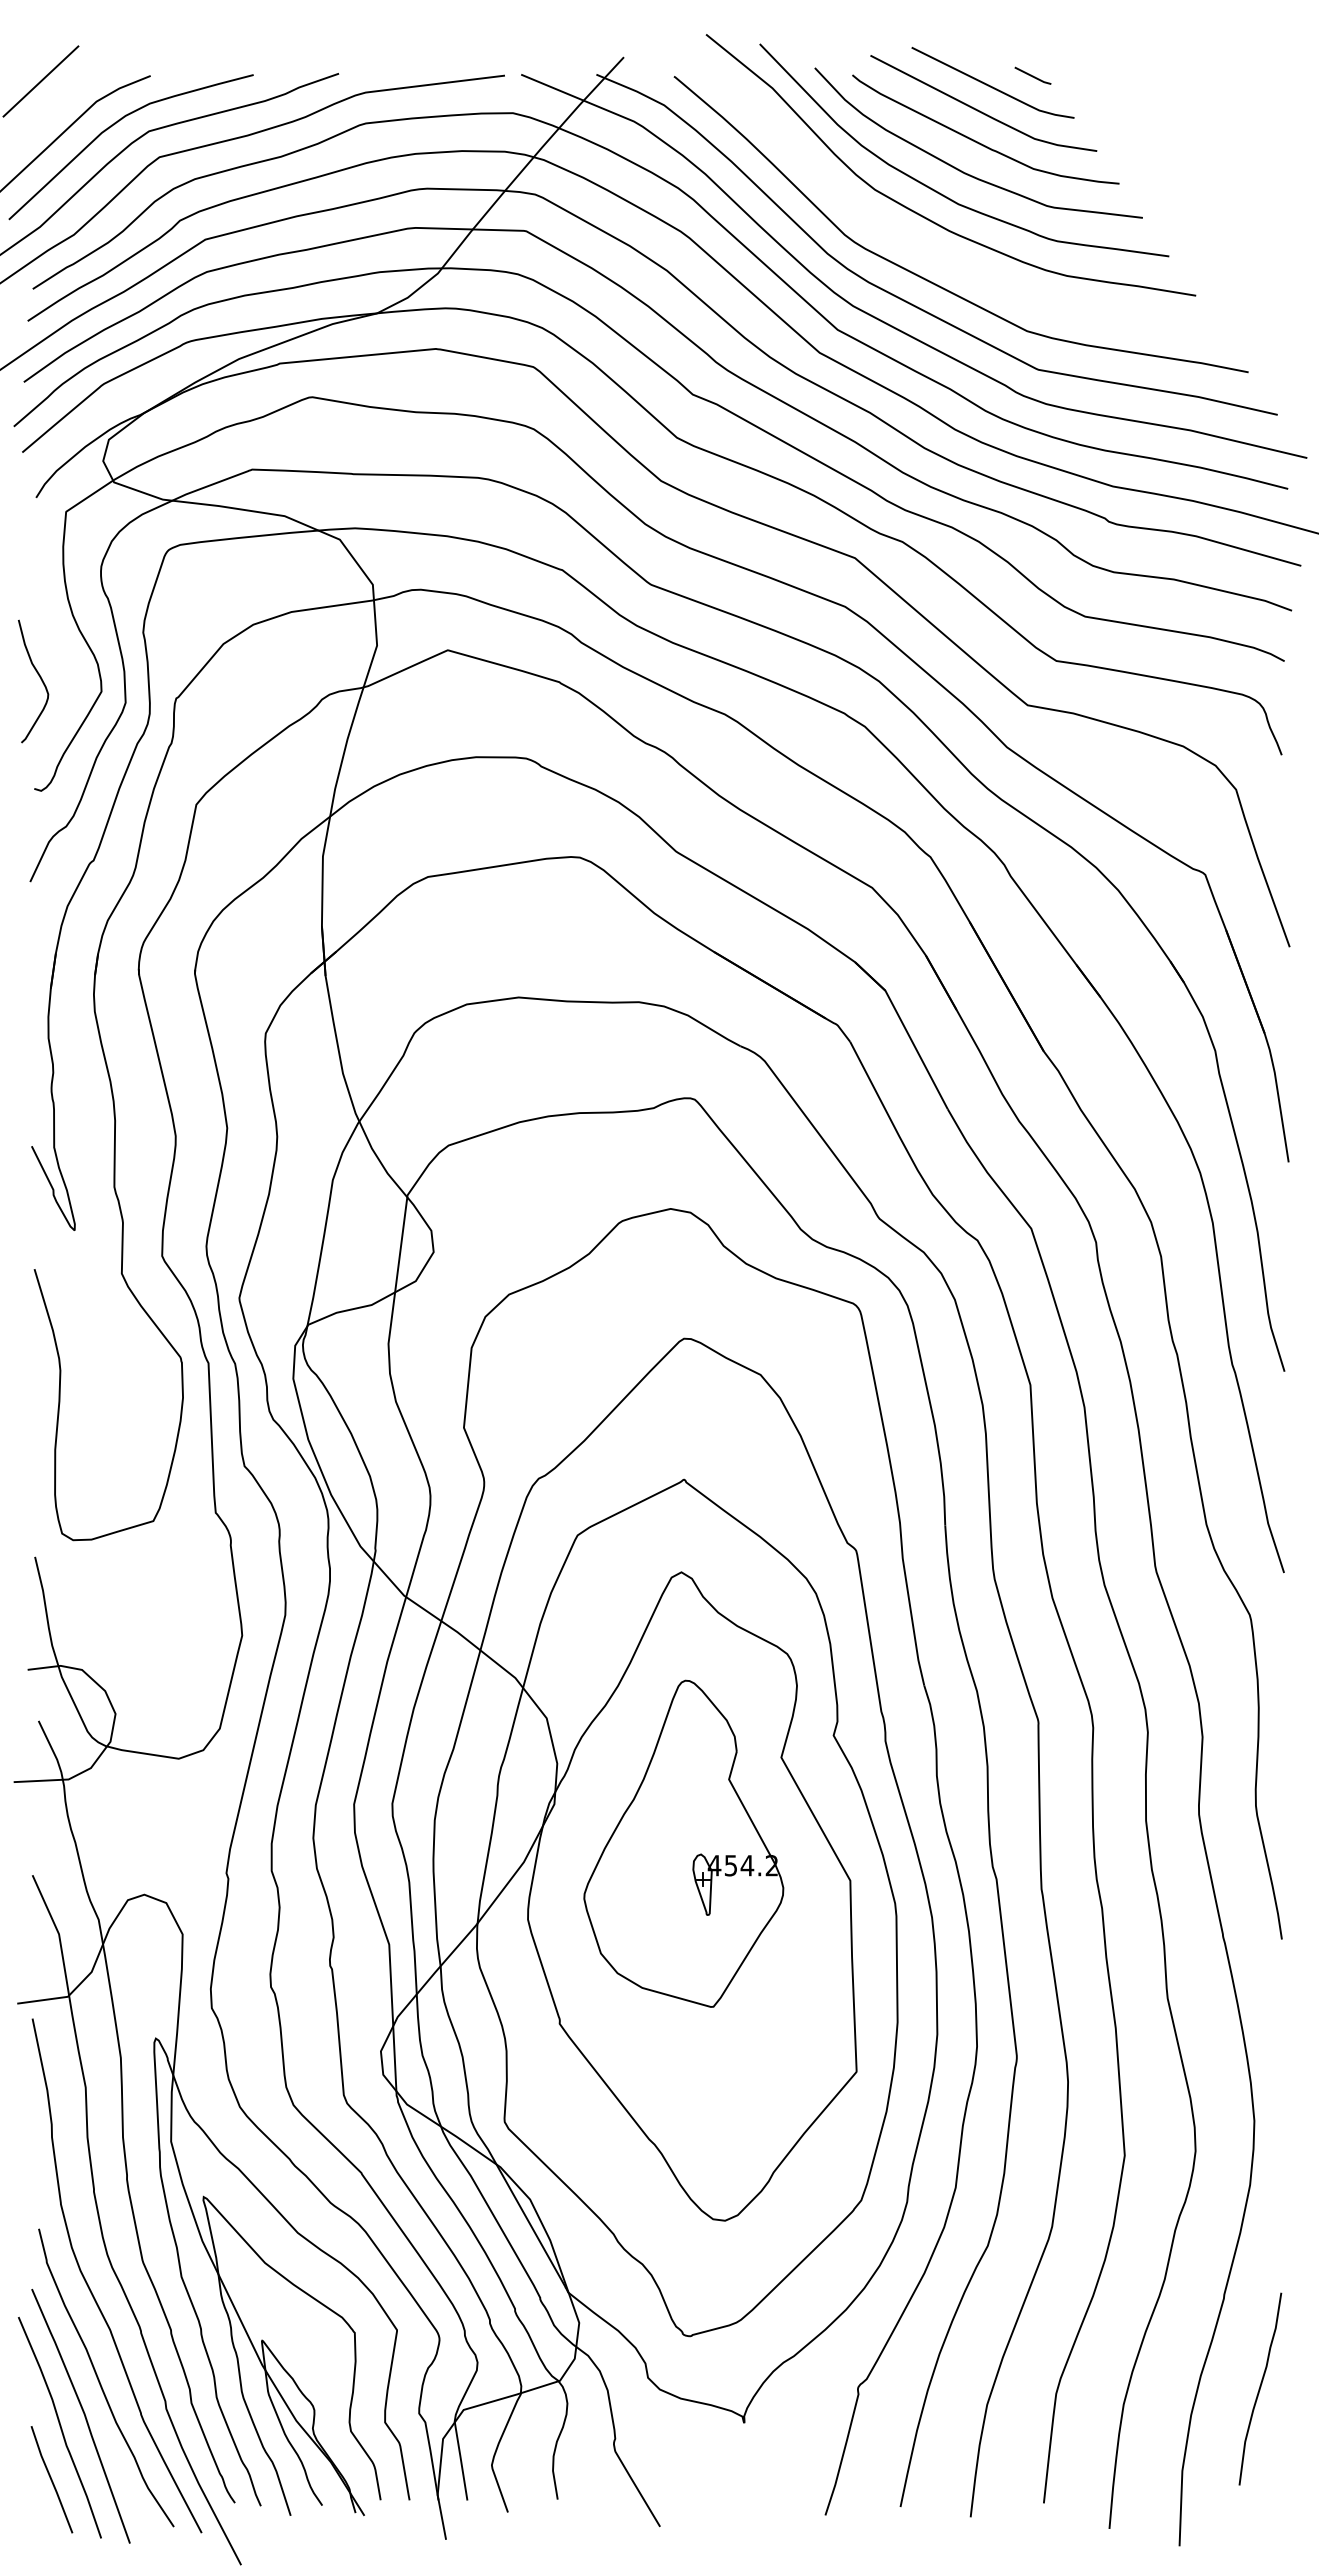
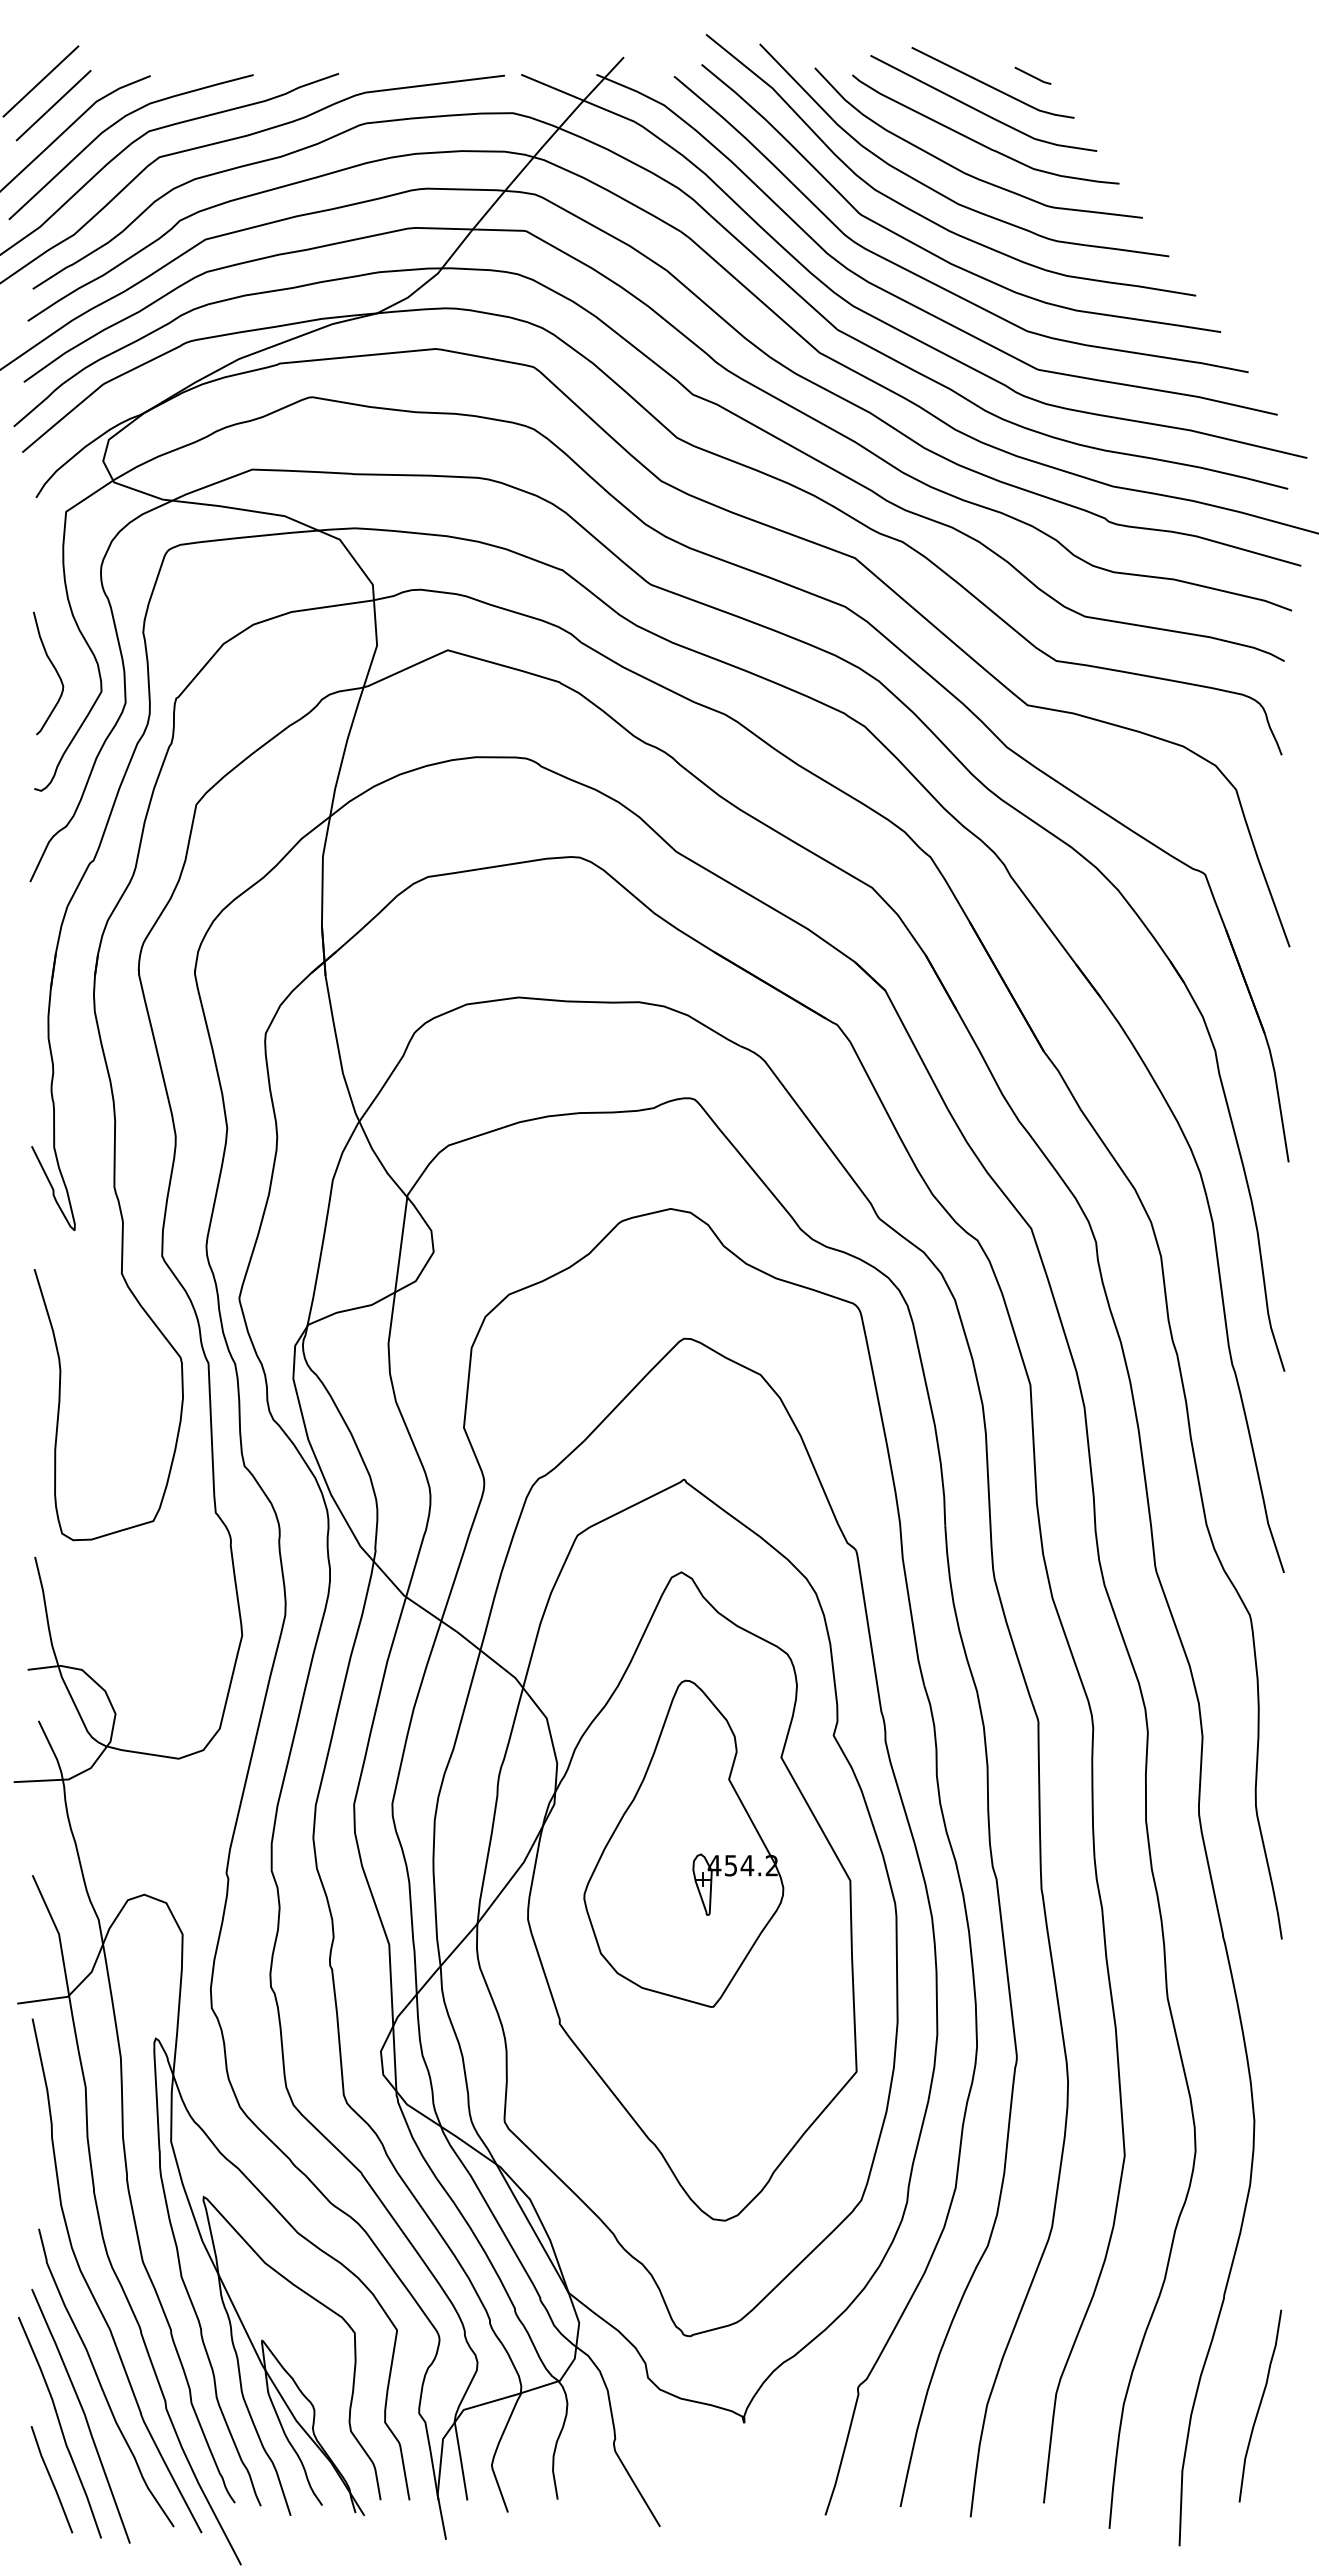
line at (53, 105): none -> present
curve at (934, 253): none -> present
curve at (39, 677) position: (39, 677) -> (54, 669)
curve at (1260, 2388) position: (1260, 2388) -> (1260, 2405)
